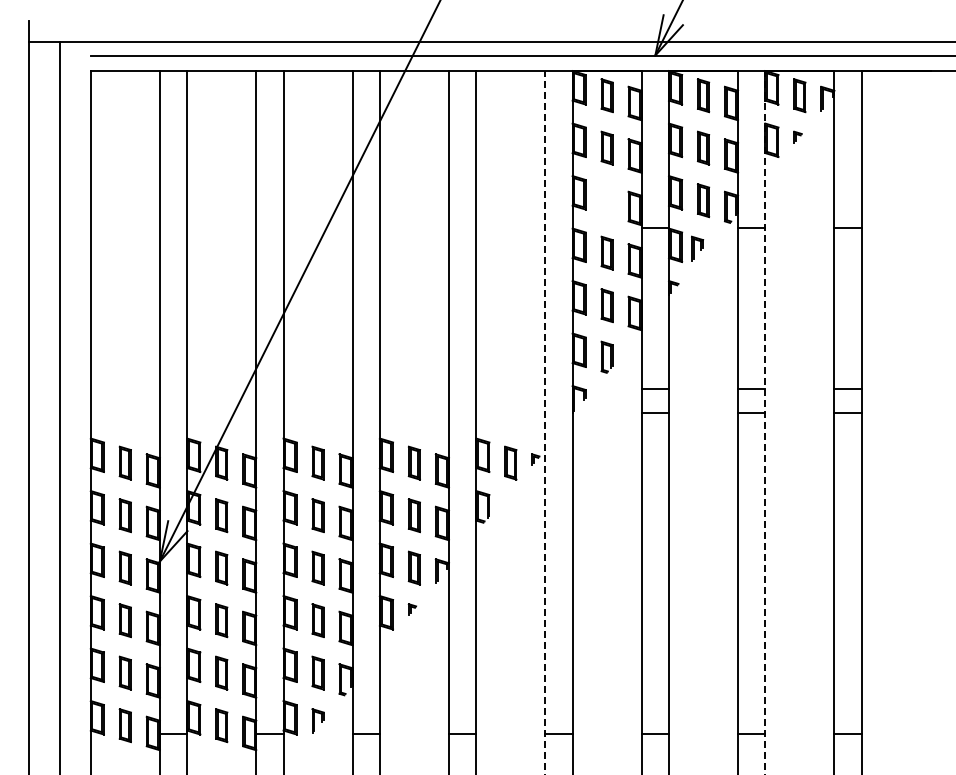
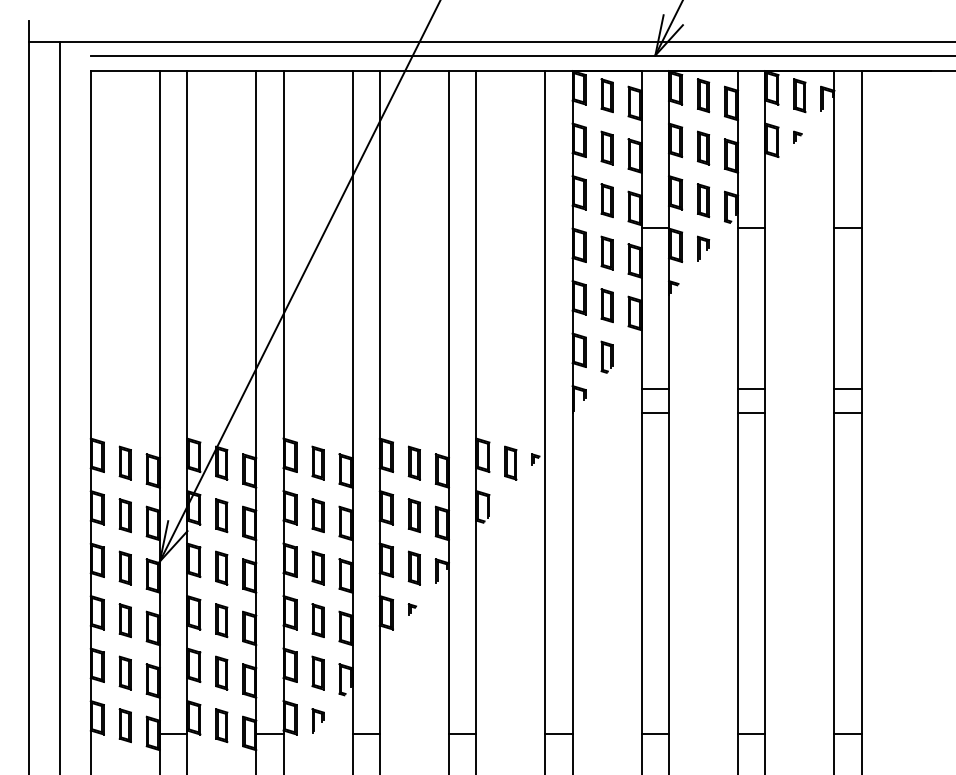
part at (606, 200): none -> present
part at (697, 248) position: (697, 248) -> (703, 248)
line at (545, 422): dashed -> solid
line at (765, 422): dashed -> solid
